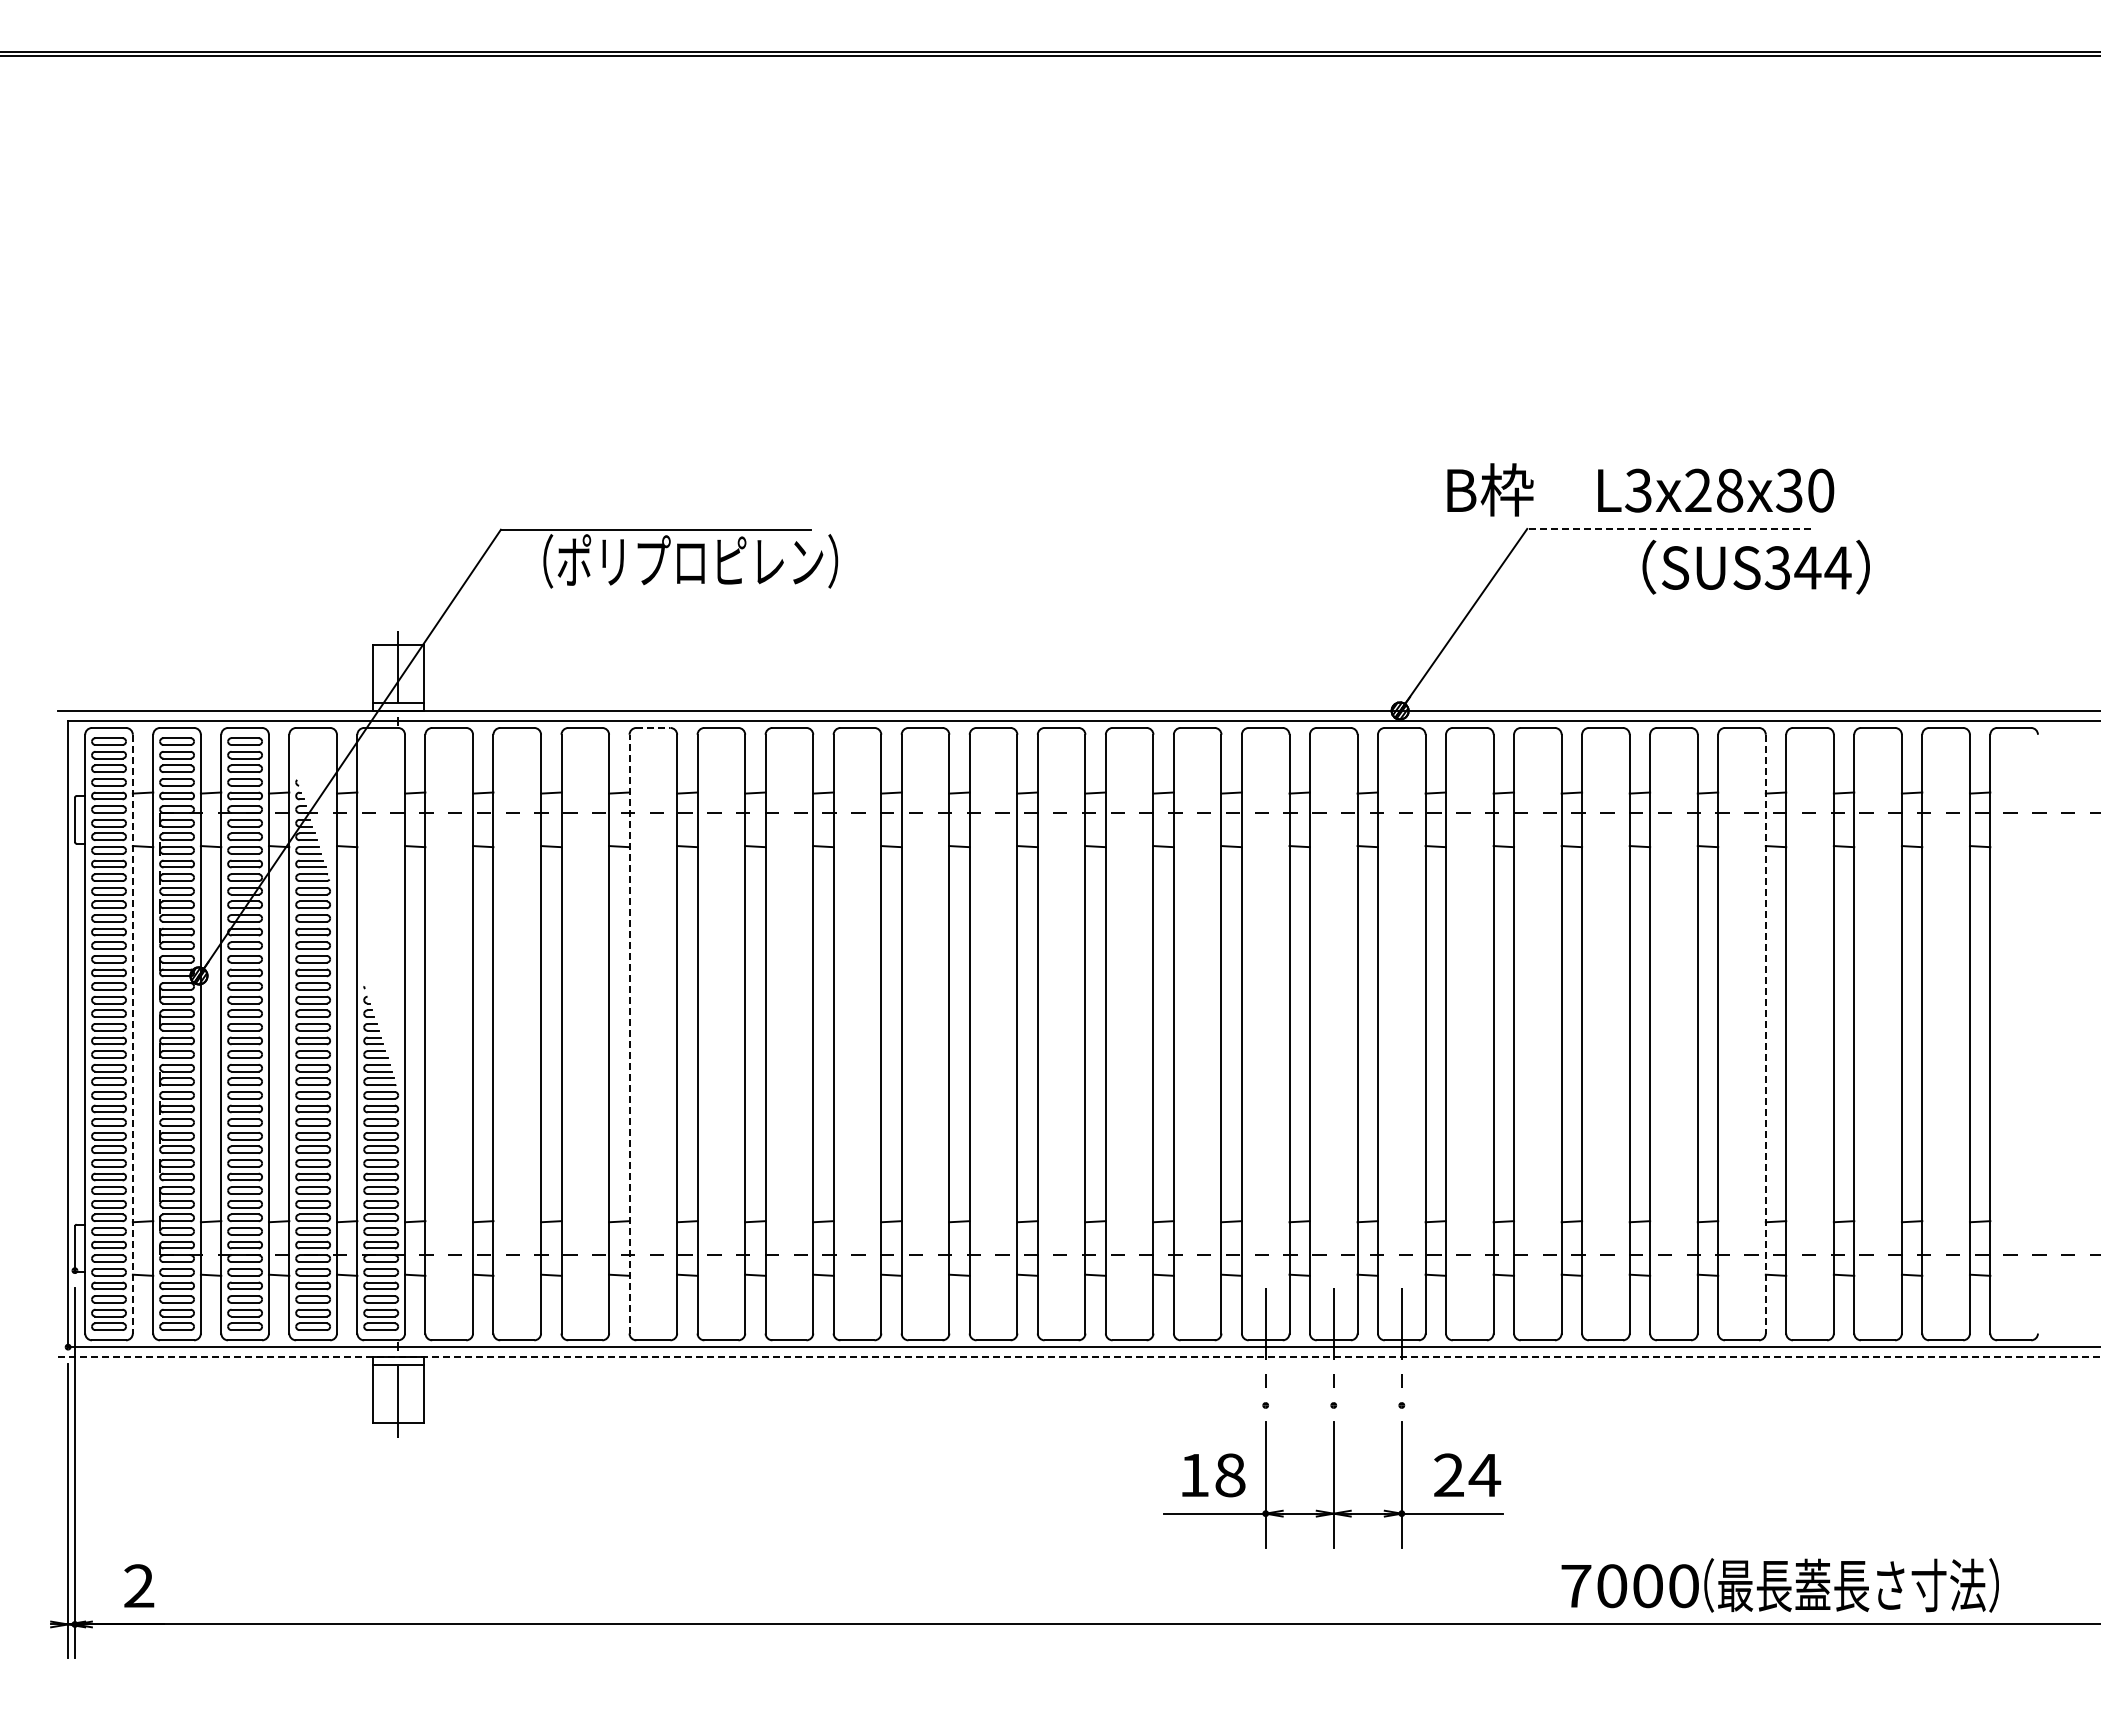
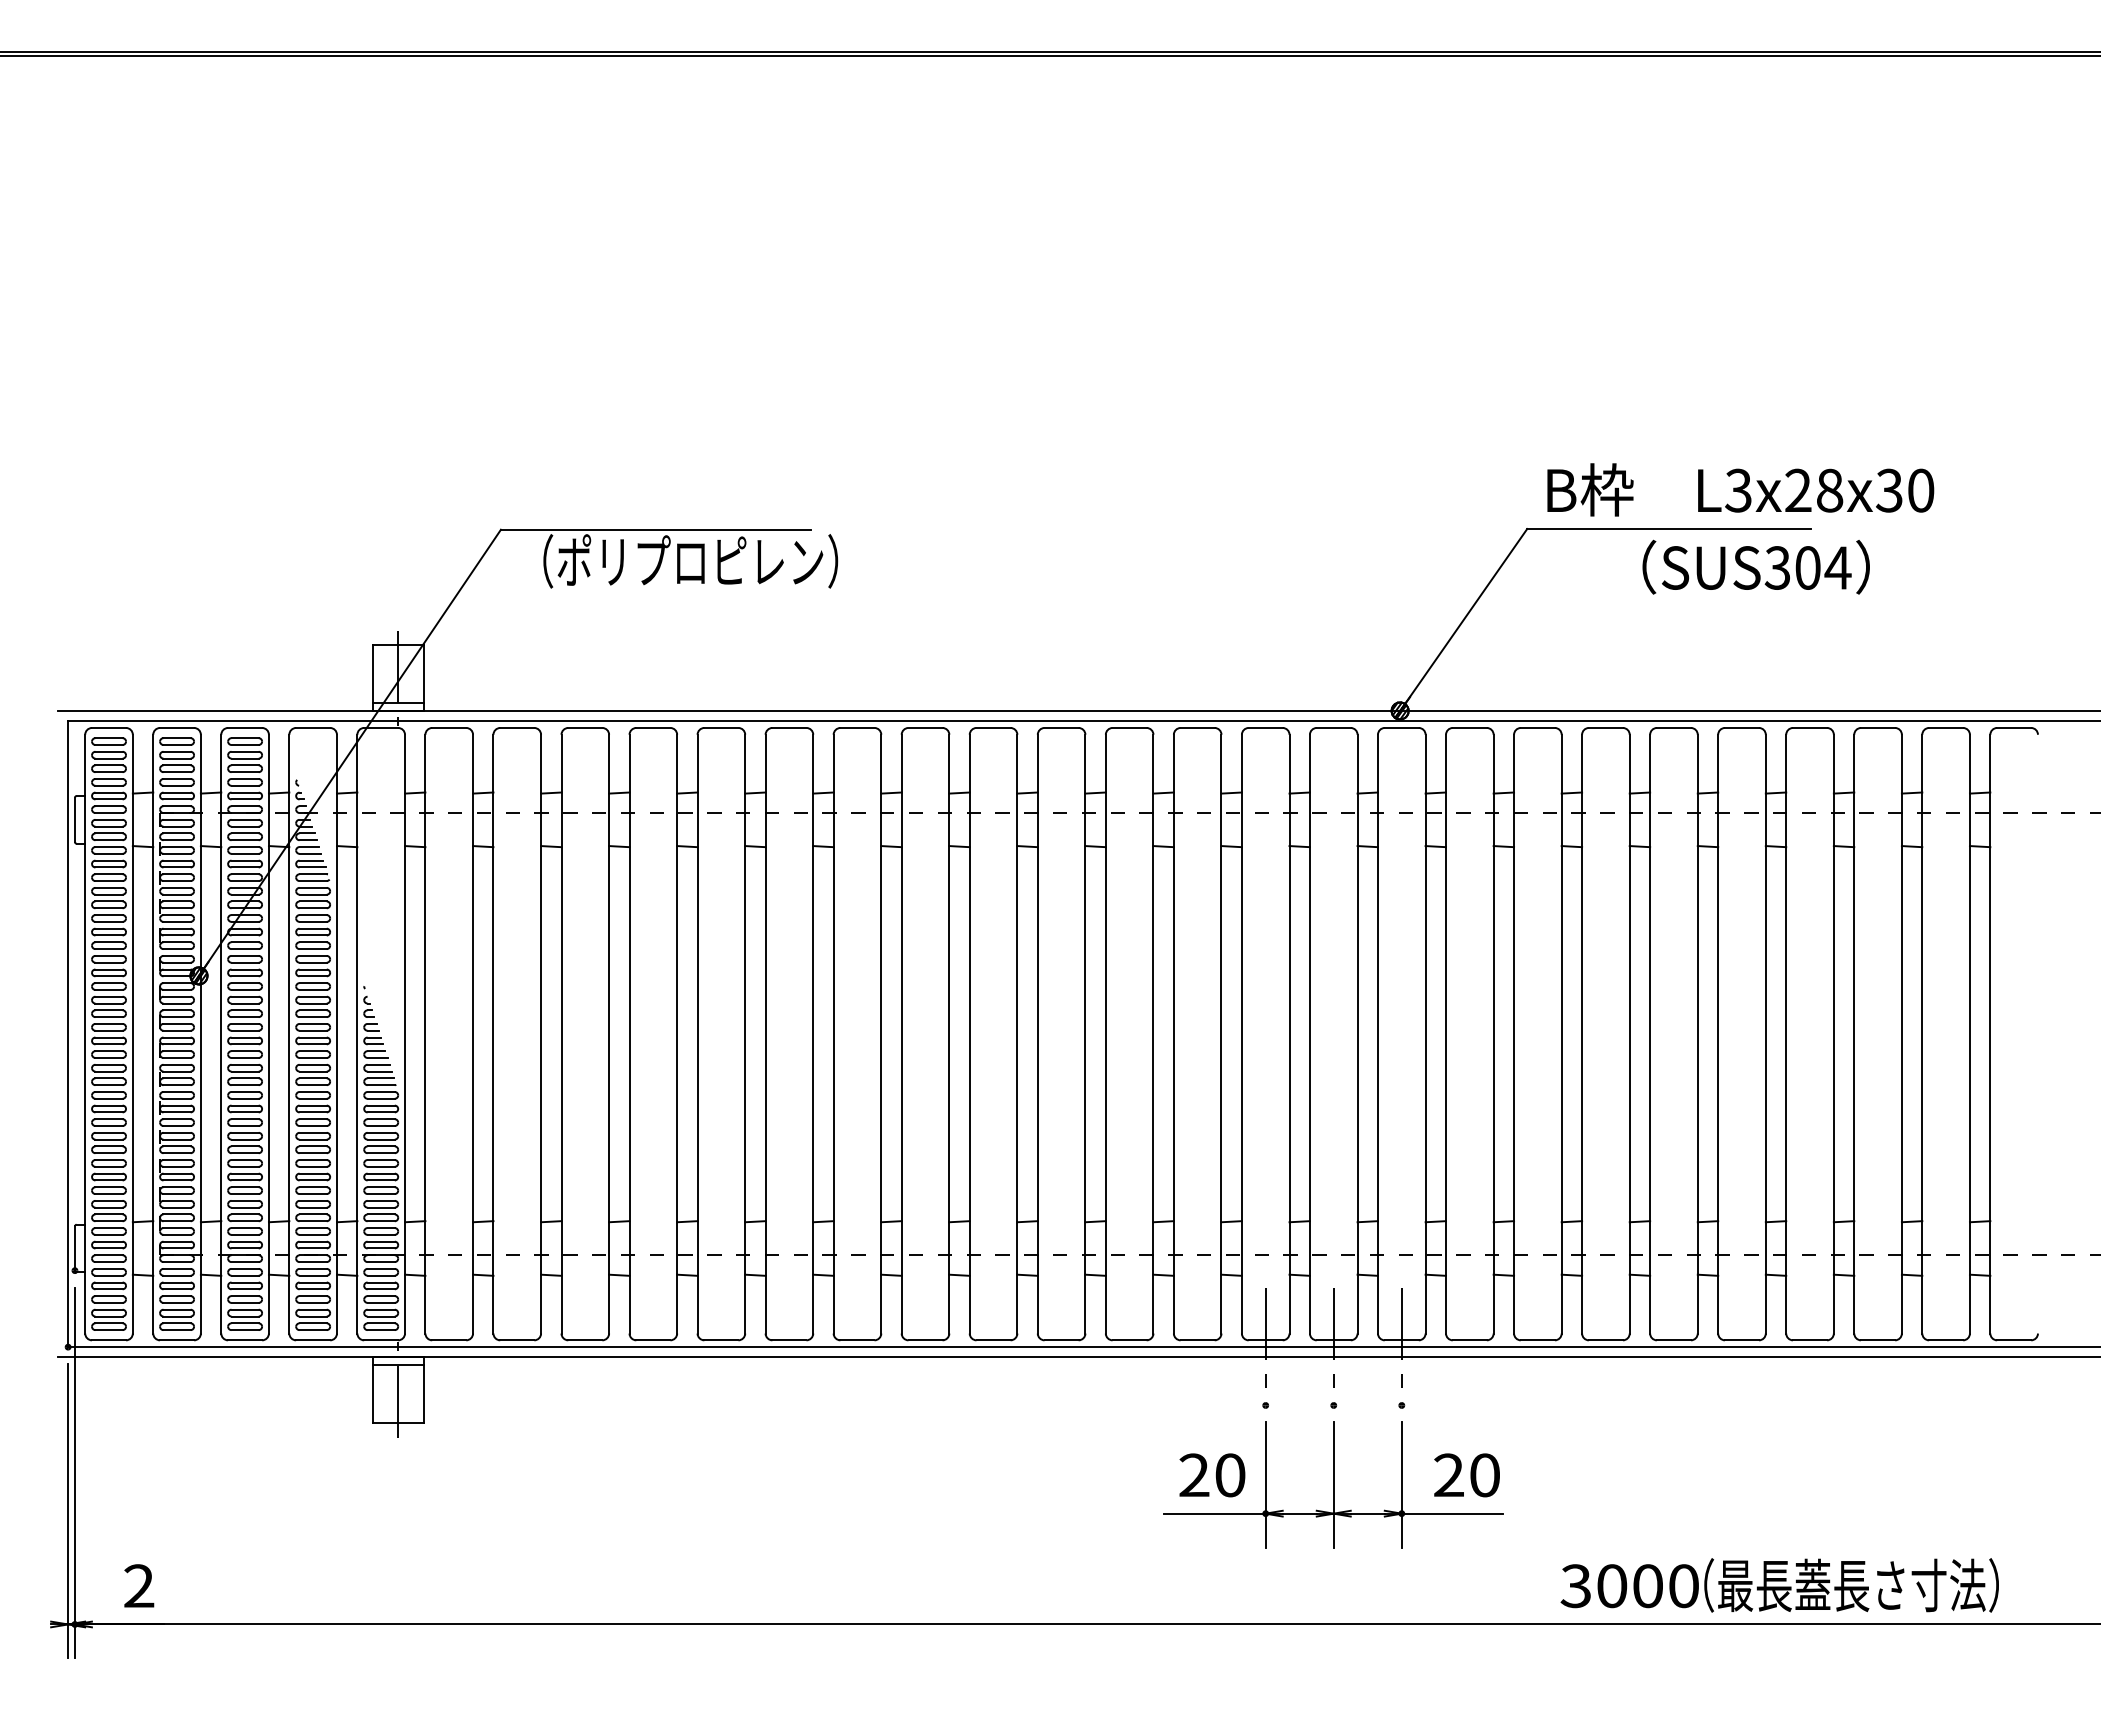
text at (1640, 489) position: (1640, 489) -> (1740, 489)
line at (1669, 528): dashed -> solid
text at (1807, 567): SUS344 -> SUS304
line at (653, 727): dashed -> solid
line at (629, 1033): dashed -> solid
line at (132, 1034): dashed -> solid
line at (1765, 1034): dashed -> solid
line at (1079, 1357): dashed -> solid
text at (1212, 1475): 18 -> 20
text at (1484, 1475): 24 -> 20
text at (1575, 1586): 7000 -> 3000
